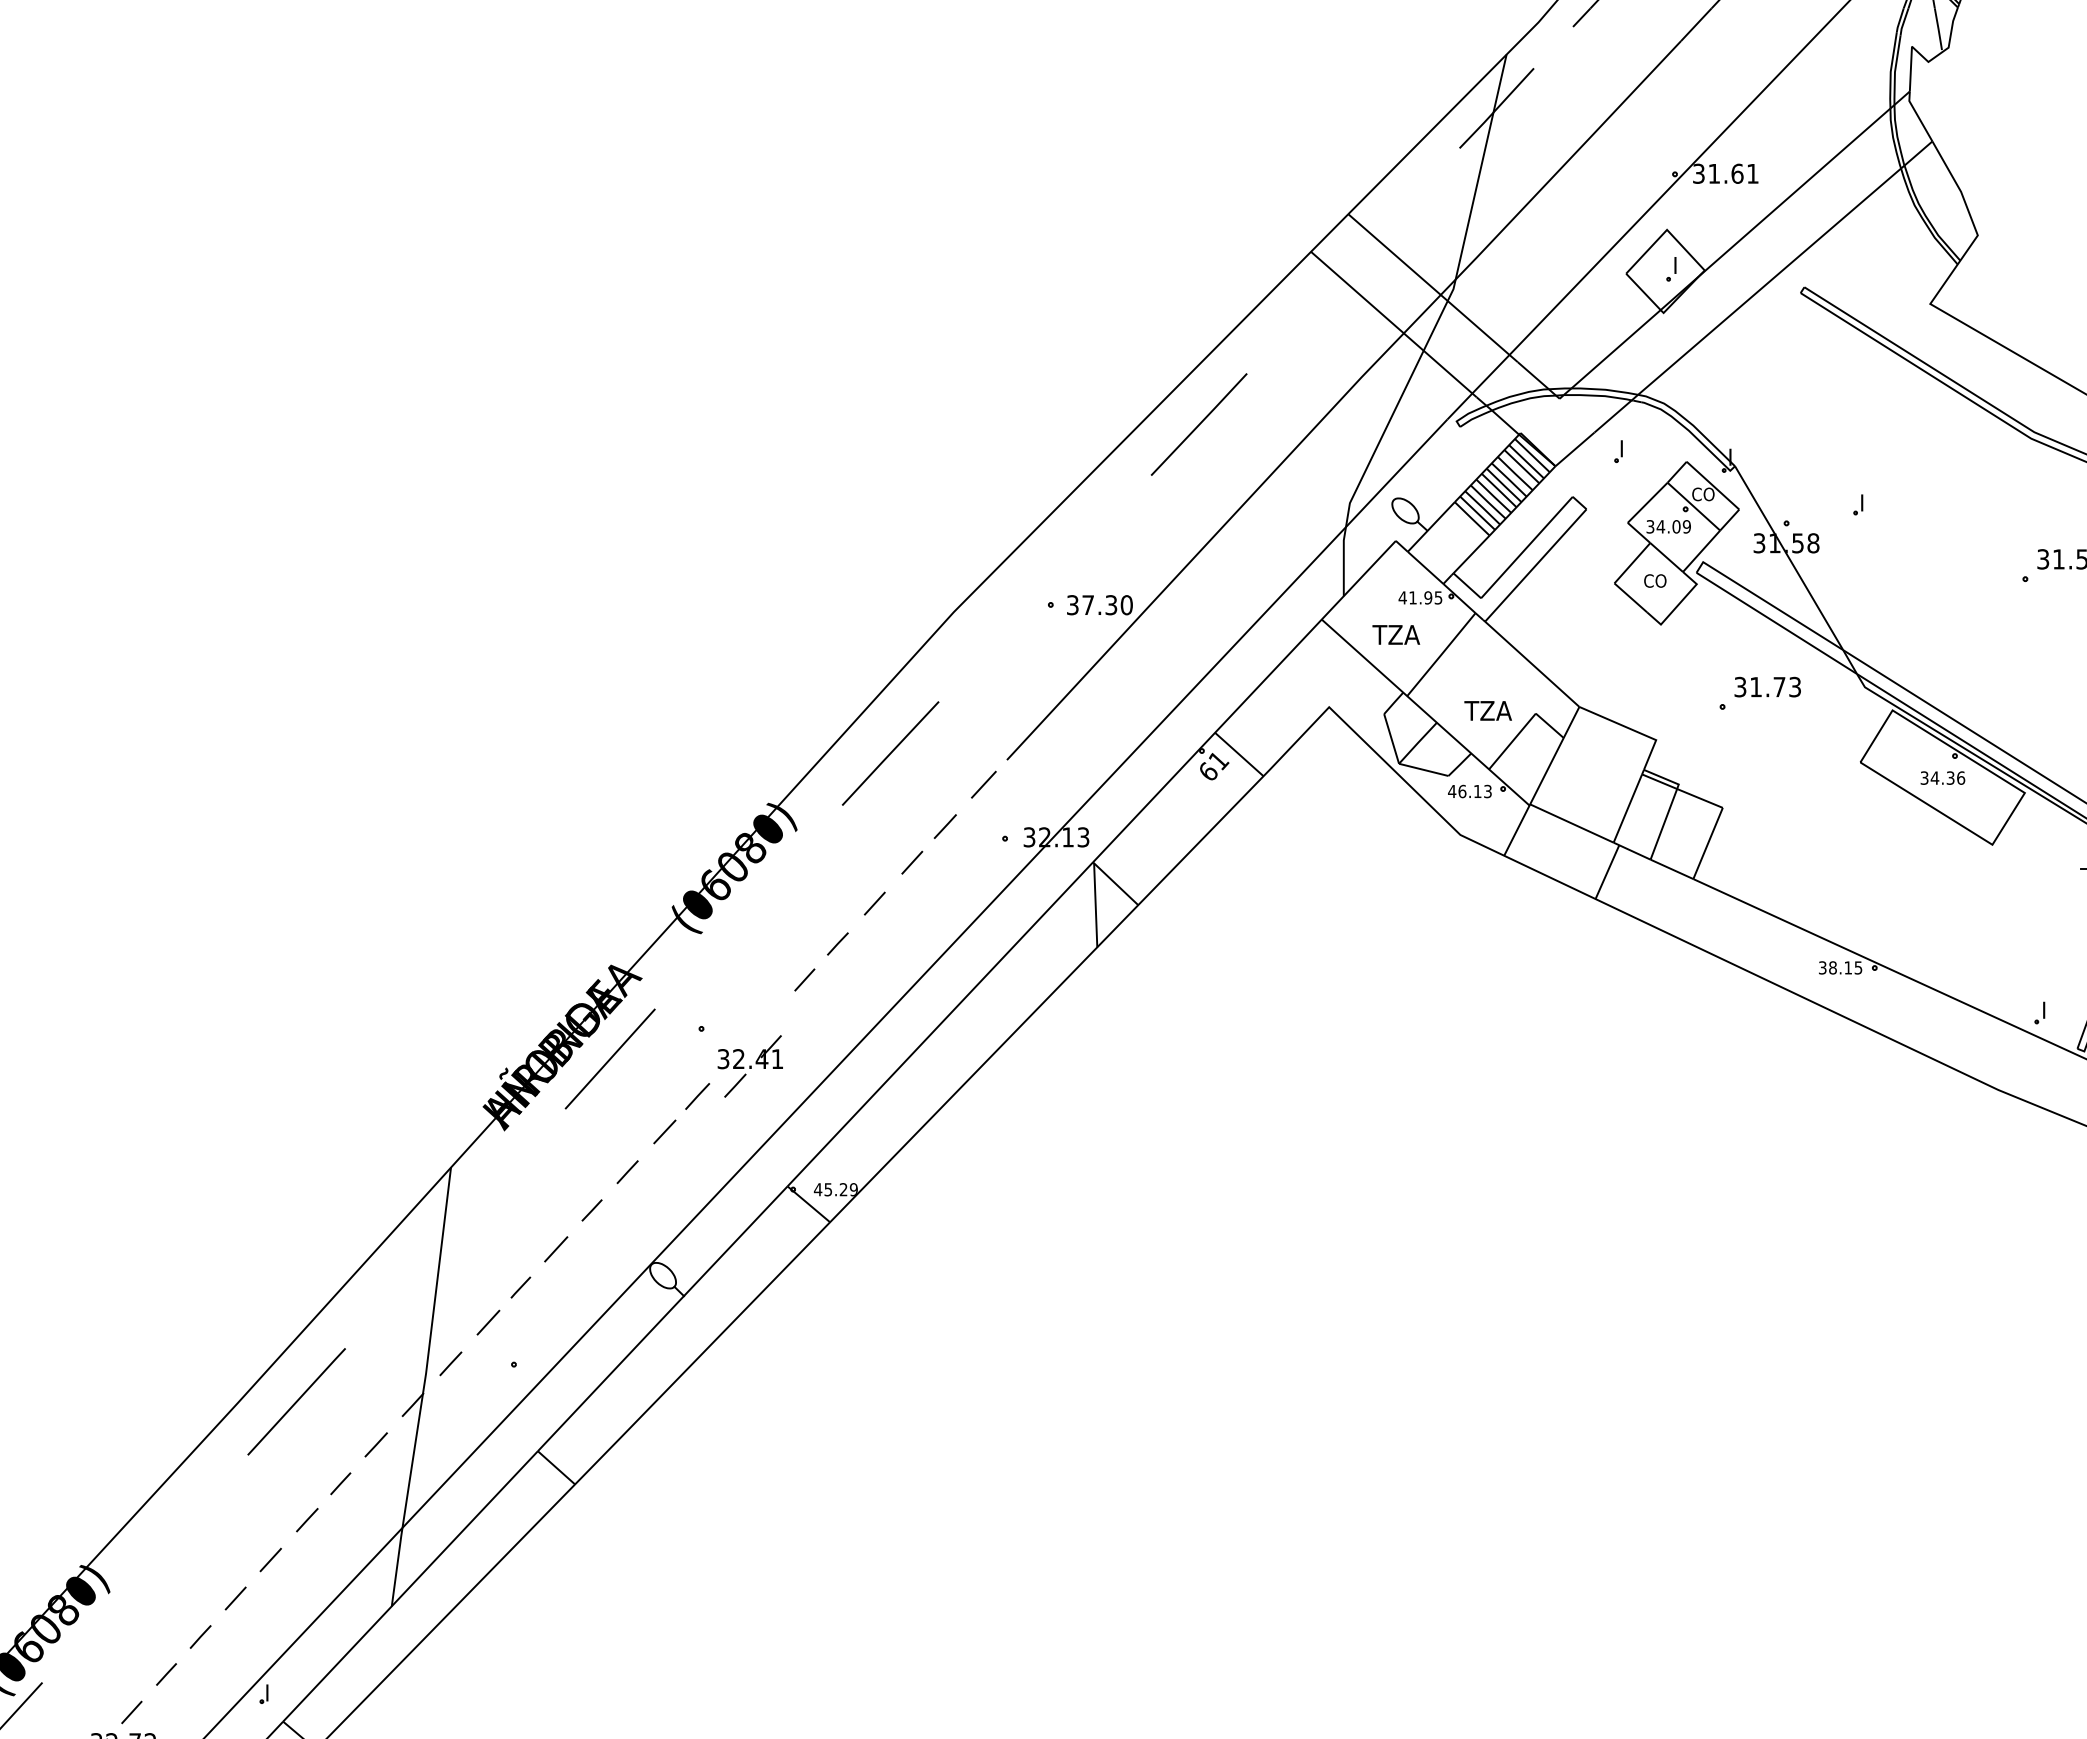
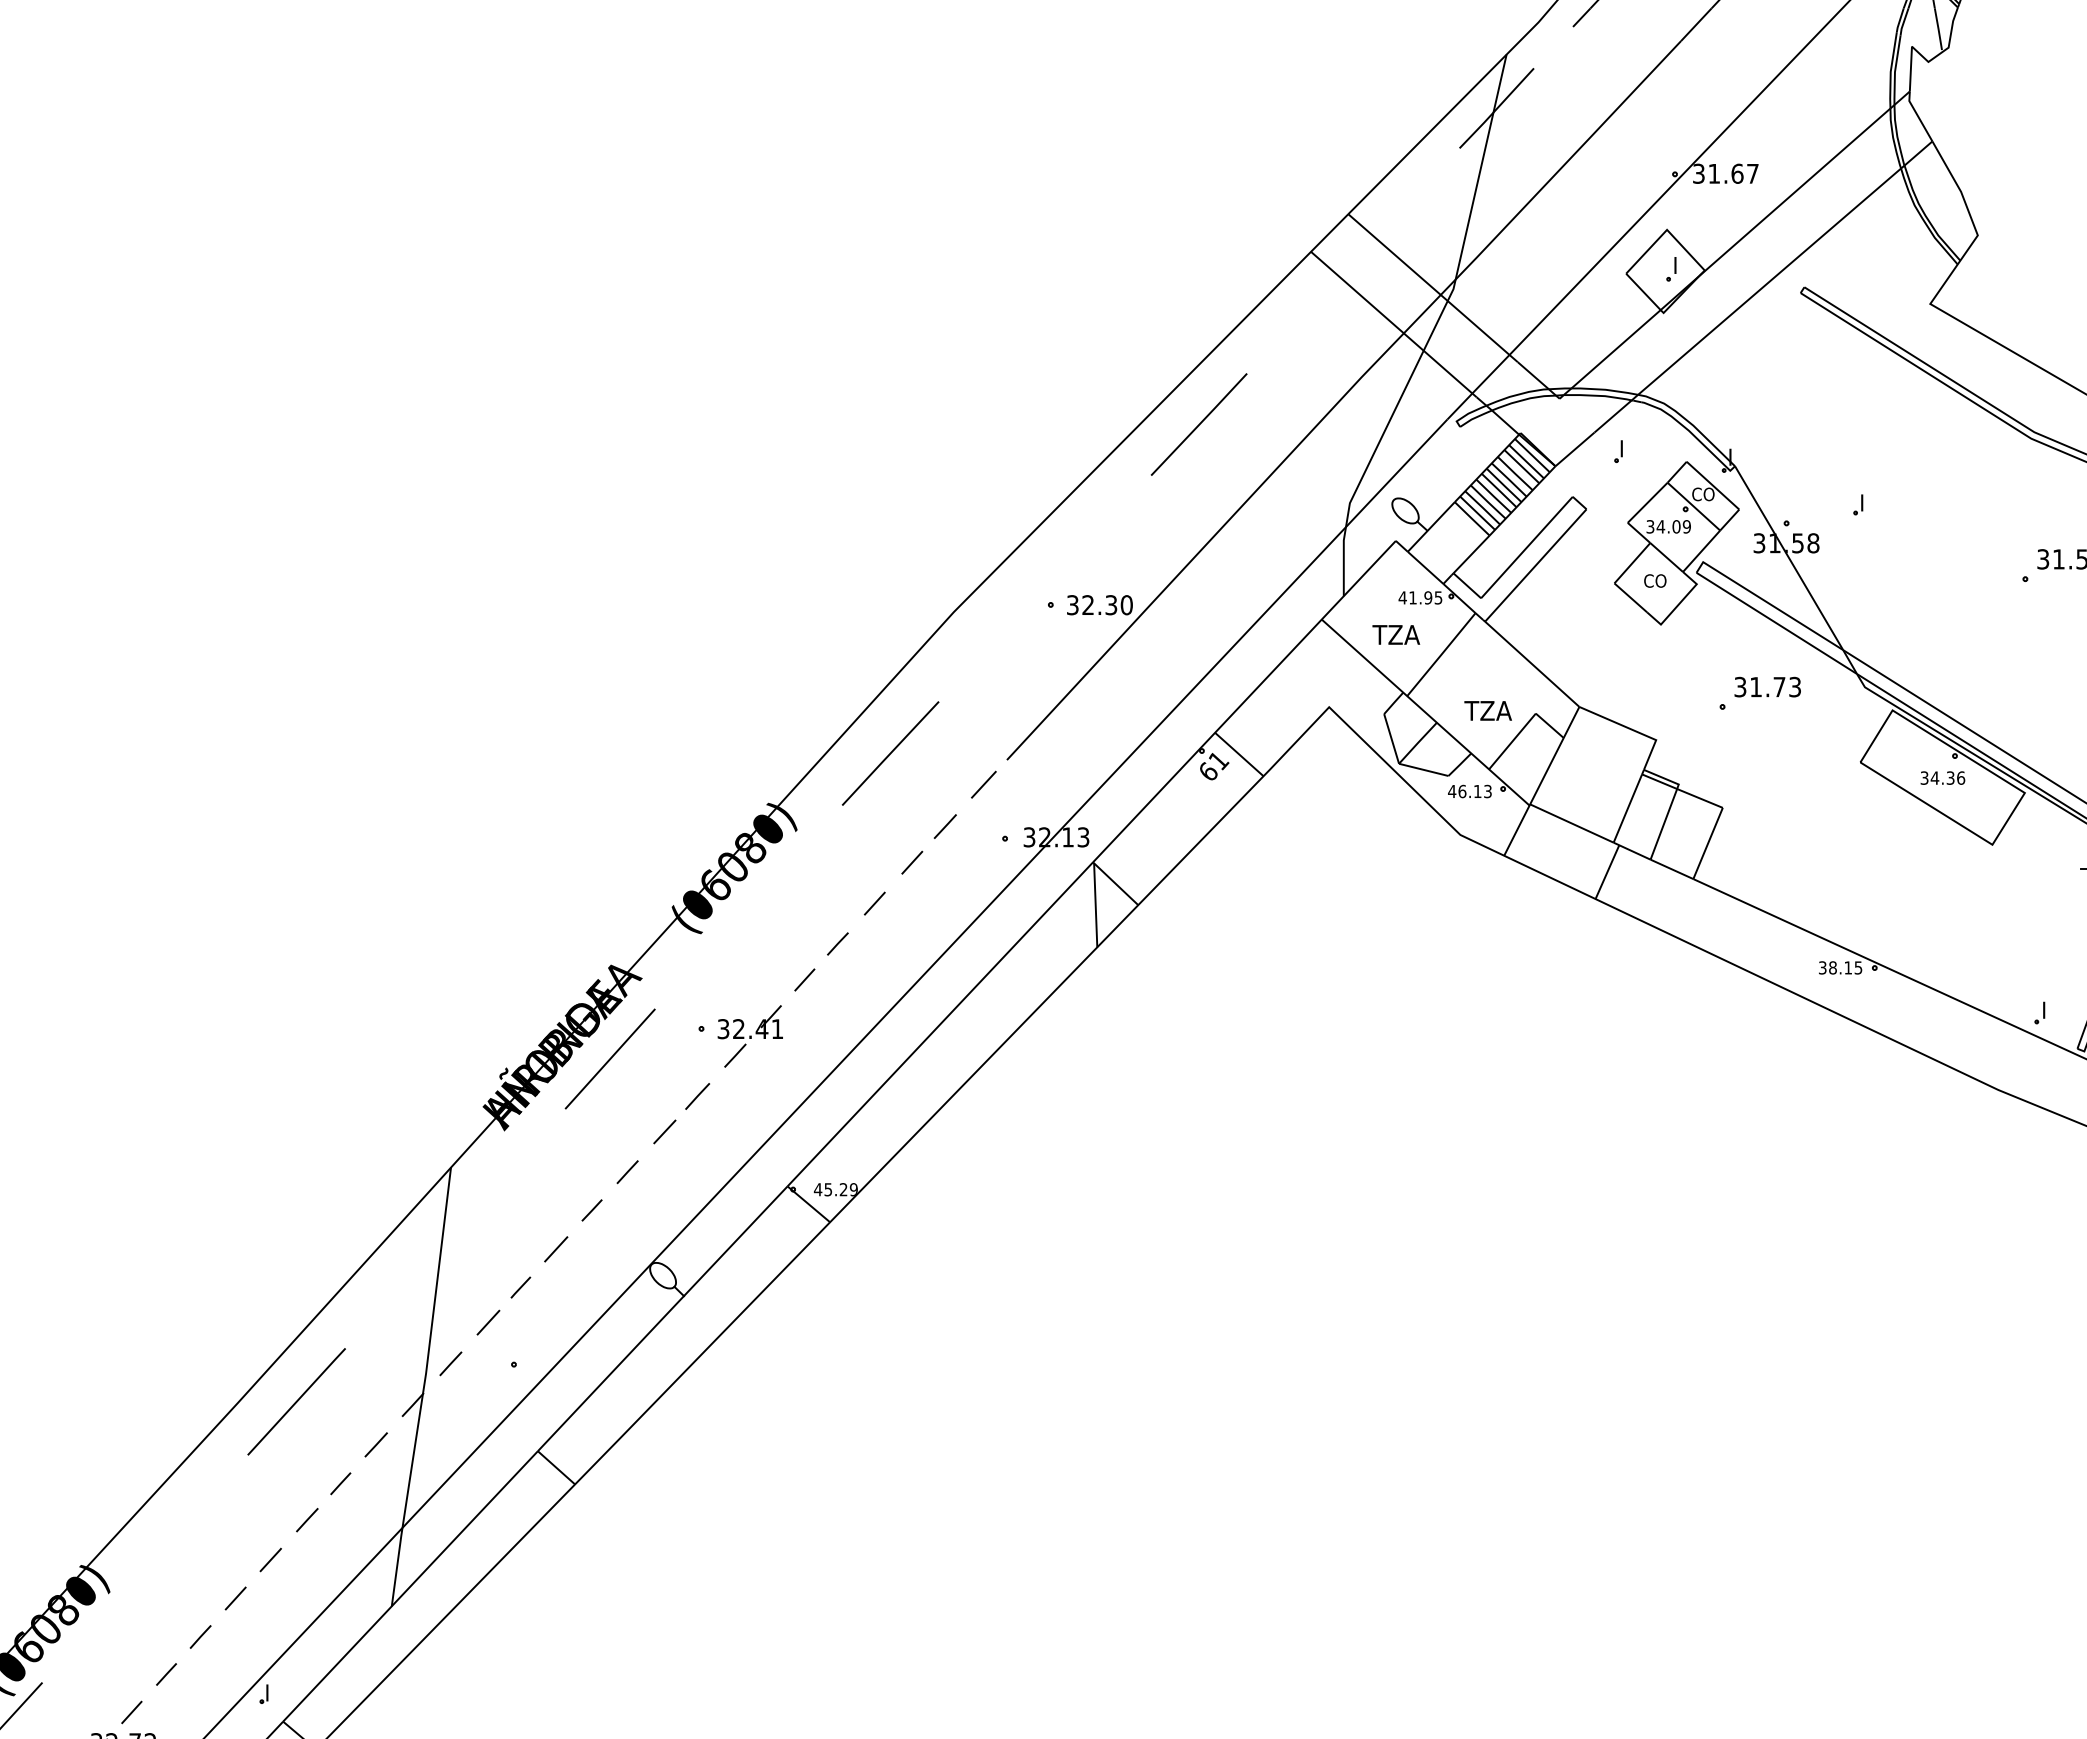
text at (1752, 173): 31.61 -> 31.67
text at (1087, 604): 37.30 -> 32.30
part at (749, 1066) position: (749, 1066) -> (749, 1036)
